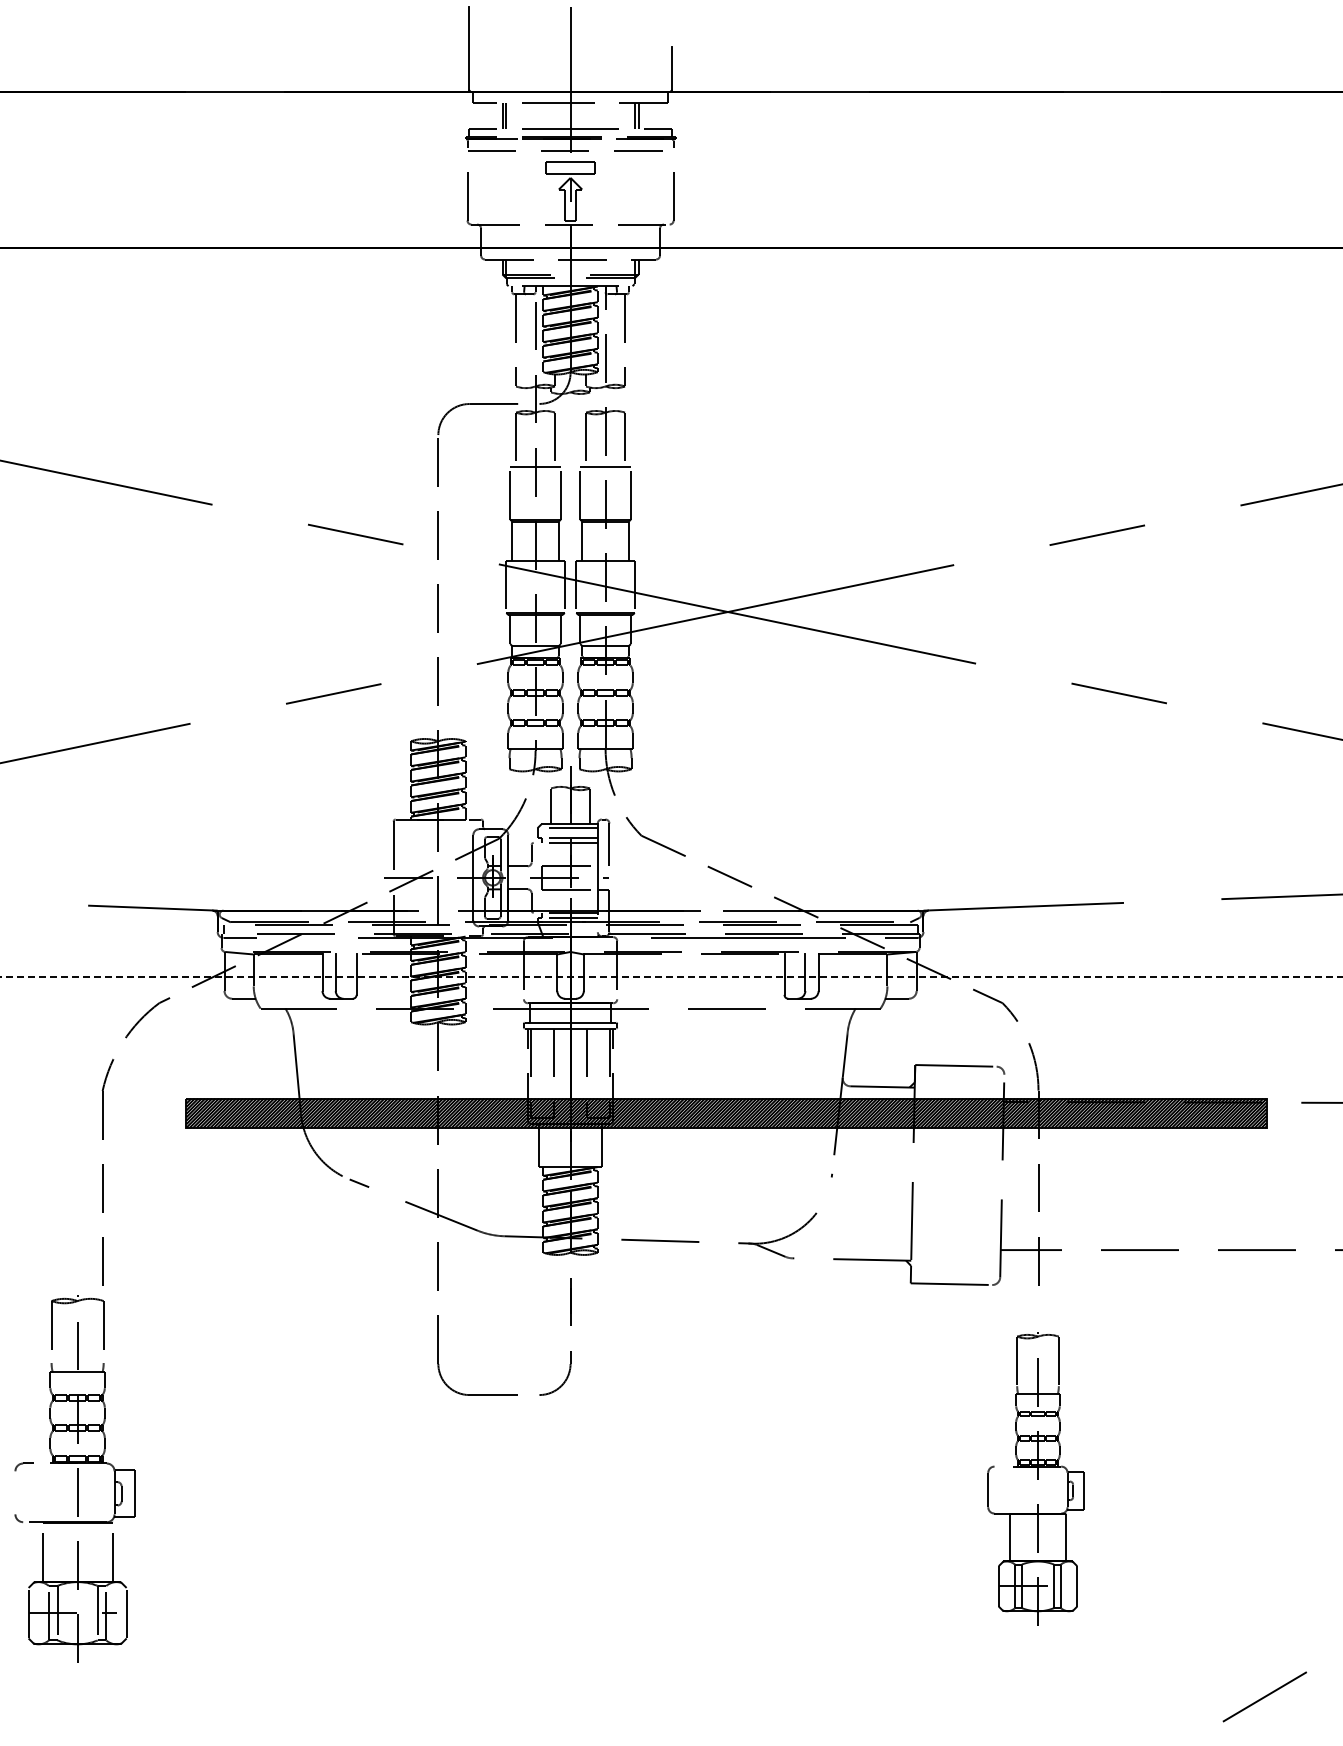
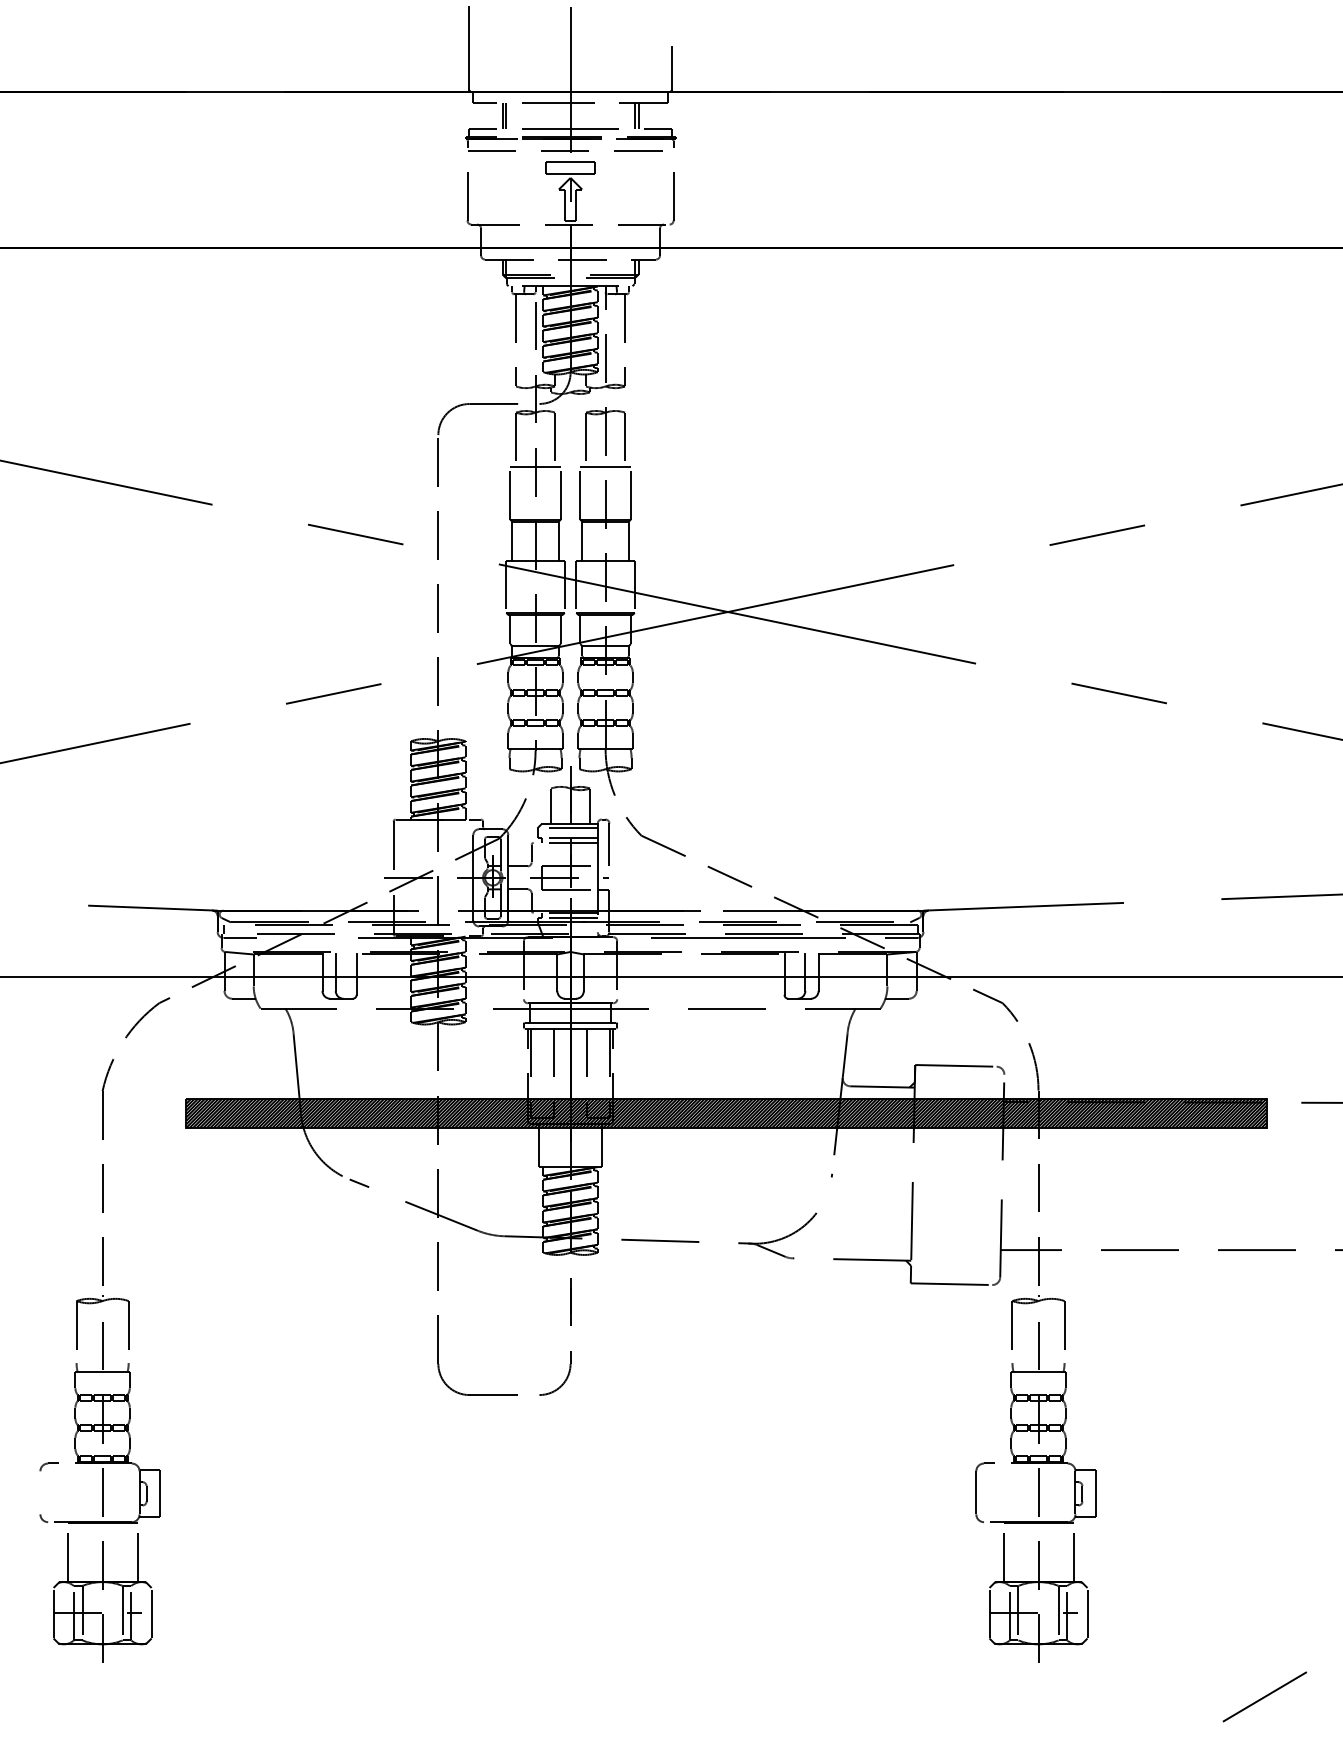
line at (671, 976): dashed -> solid
part at (74, 1478) position: (74, 1478) -> (99, 1478)
part at (1035, 1478) size: 98x294 px -> 122x368 px
